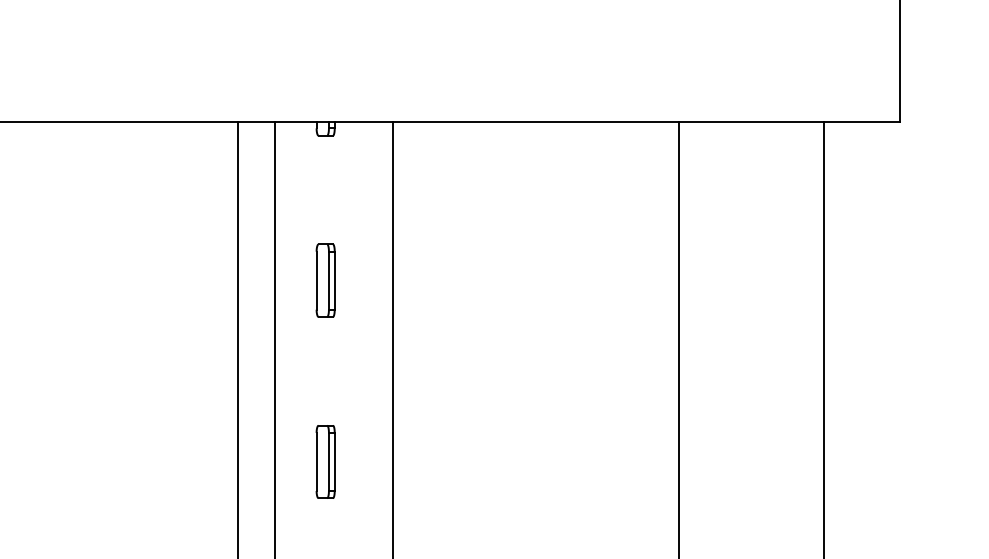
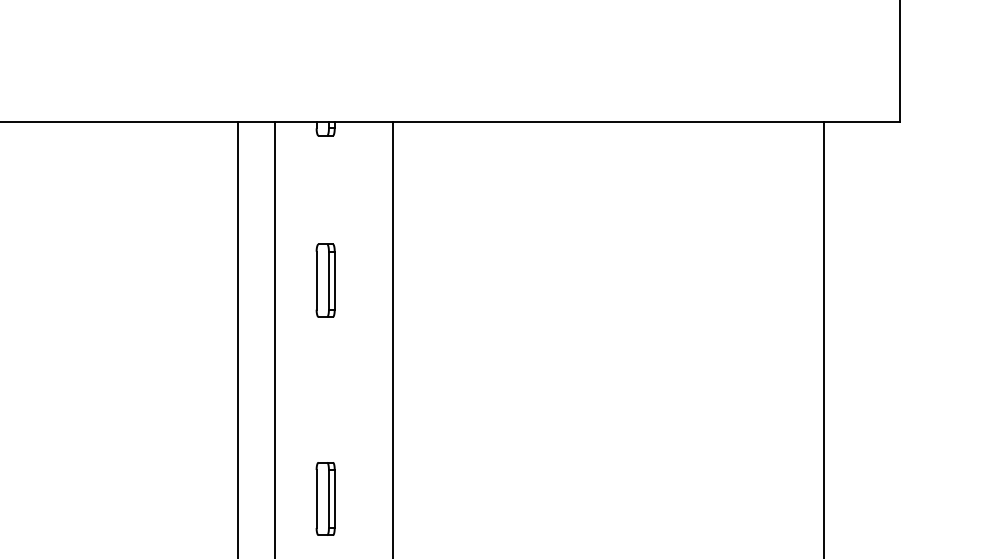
line at (679, 338): present -> none
part at (325, 461) position: (325, 461) -> (325, 498)
